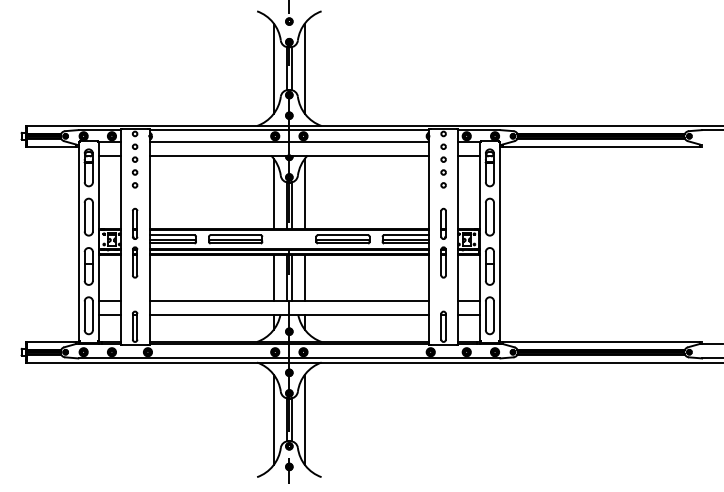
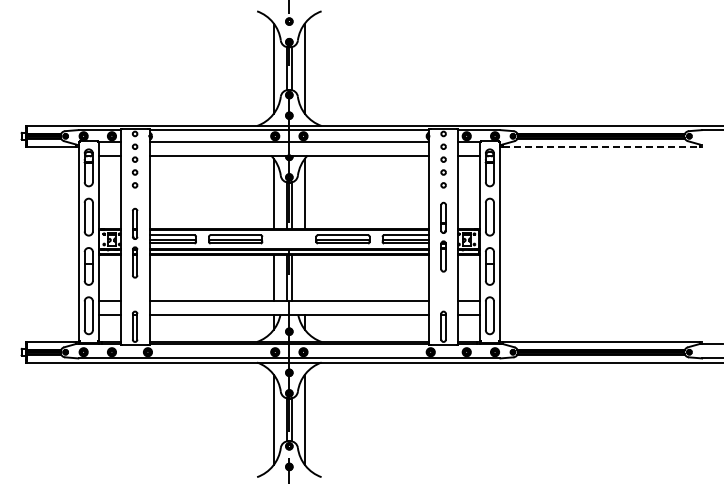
line at (601, 146): solid -> dashed
part at (443, 242) position: (443, 242) -> (443, 236)
line at (304, 277): present -> none
